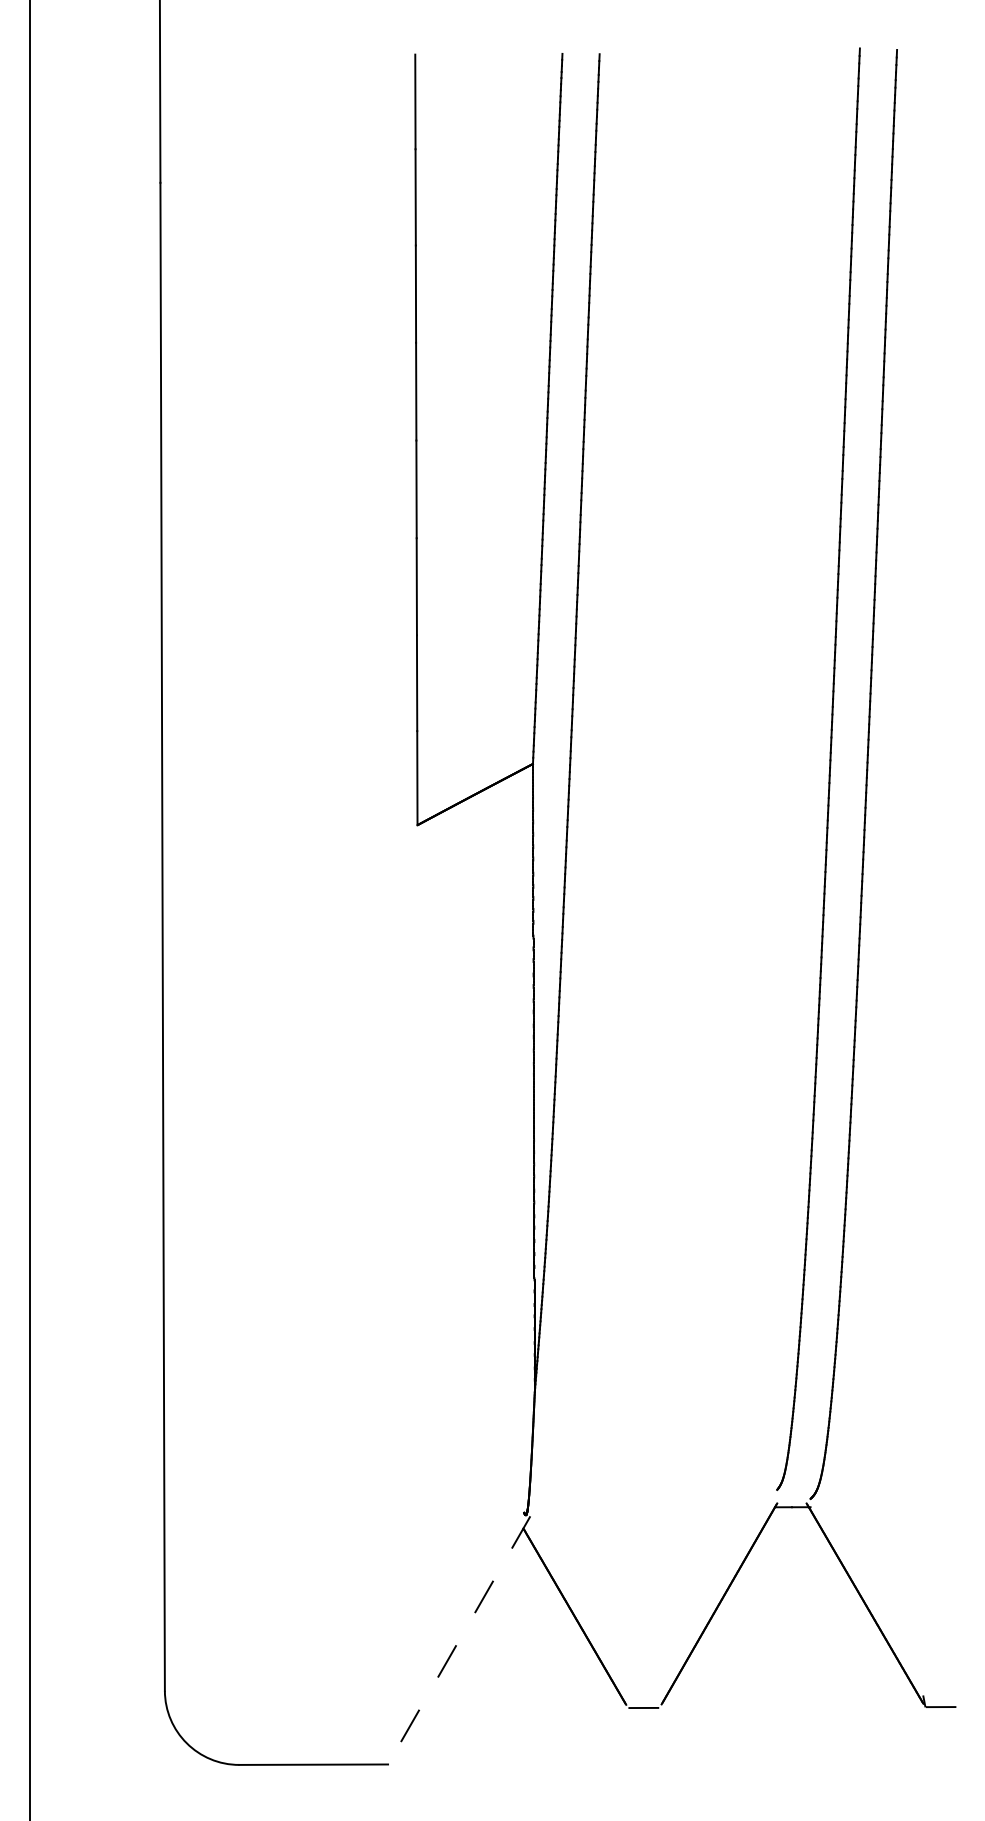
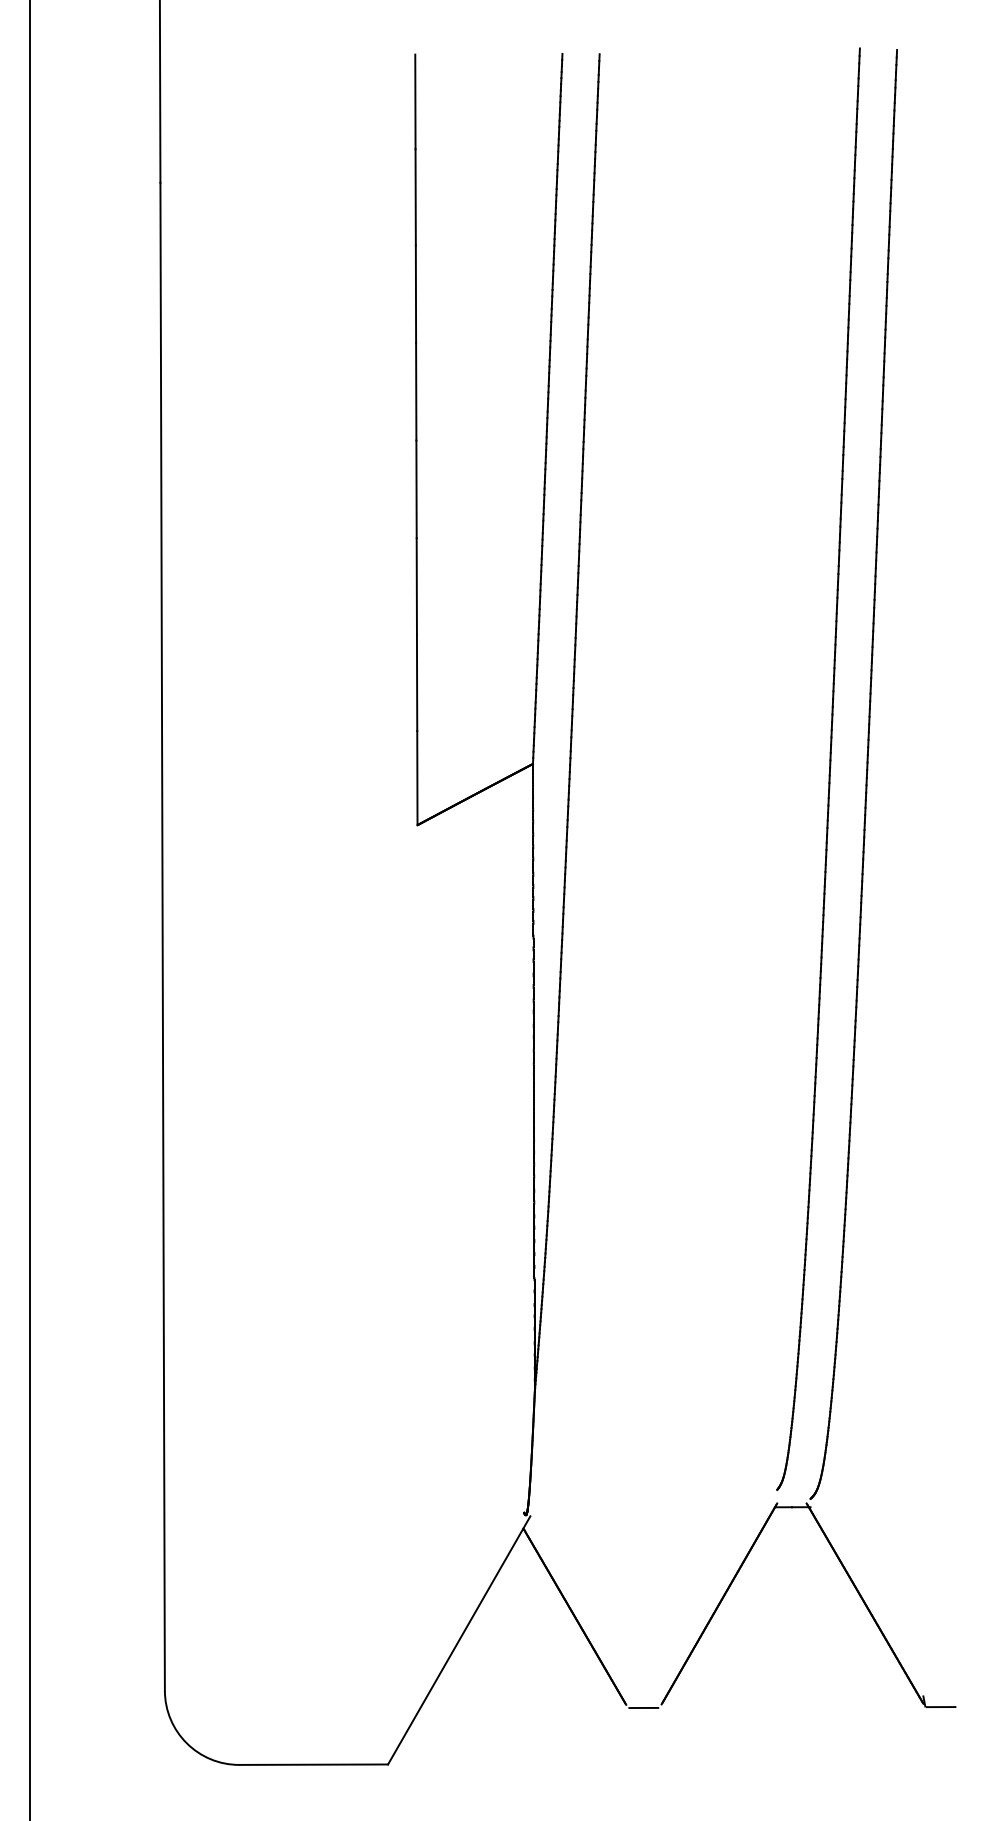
line at (458, 1640): dashed -> solid
